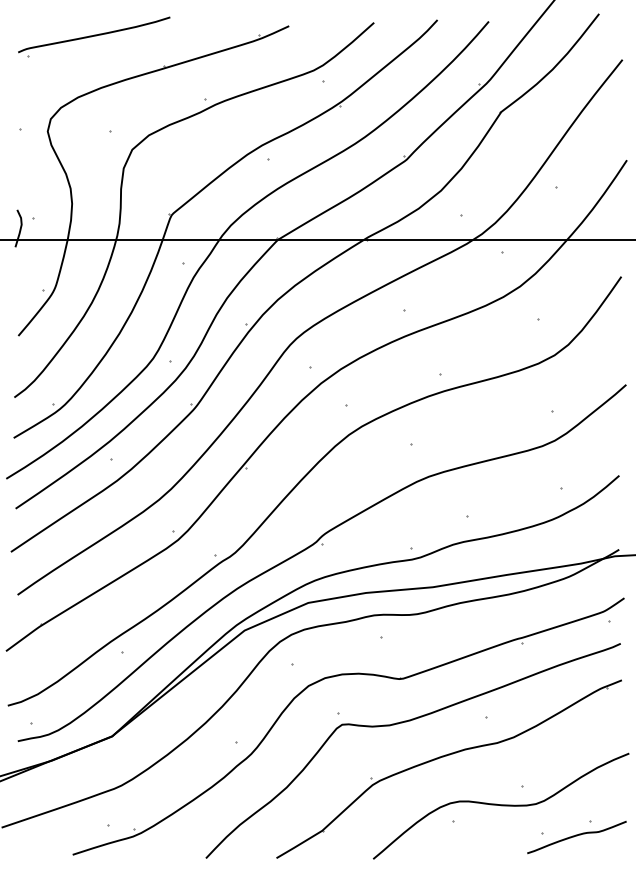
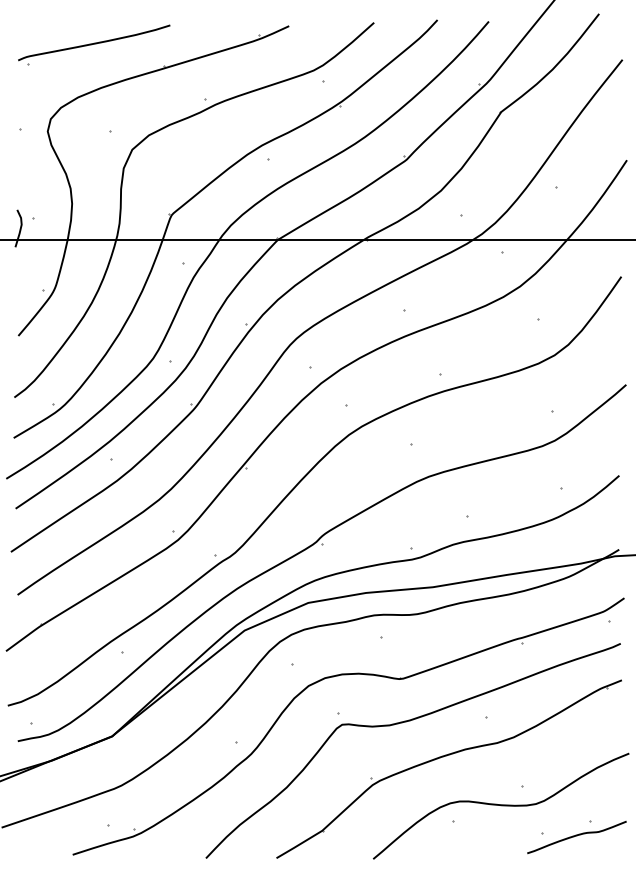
part at (94, 36) position: (94, 36) -> (94, 44)
